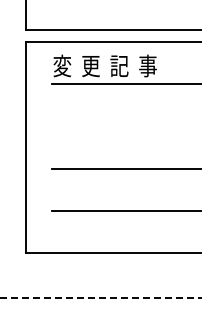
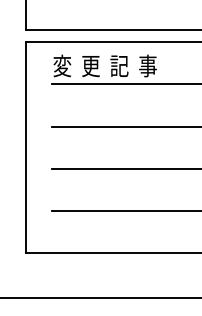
line at (124, 126): none -> present
line at (101, 298): dashed -> solid
